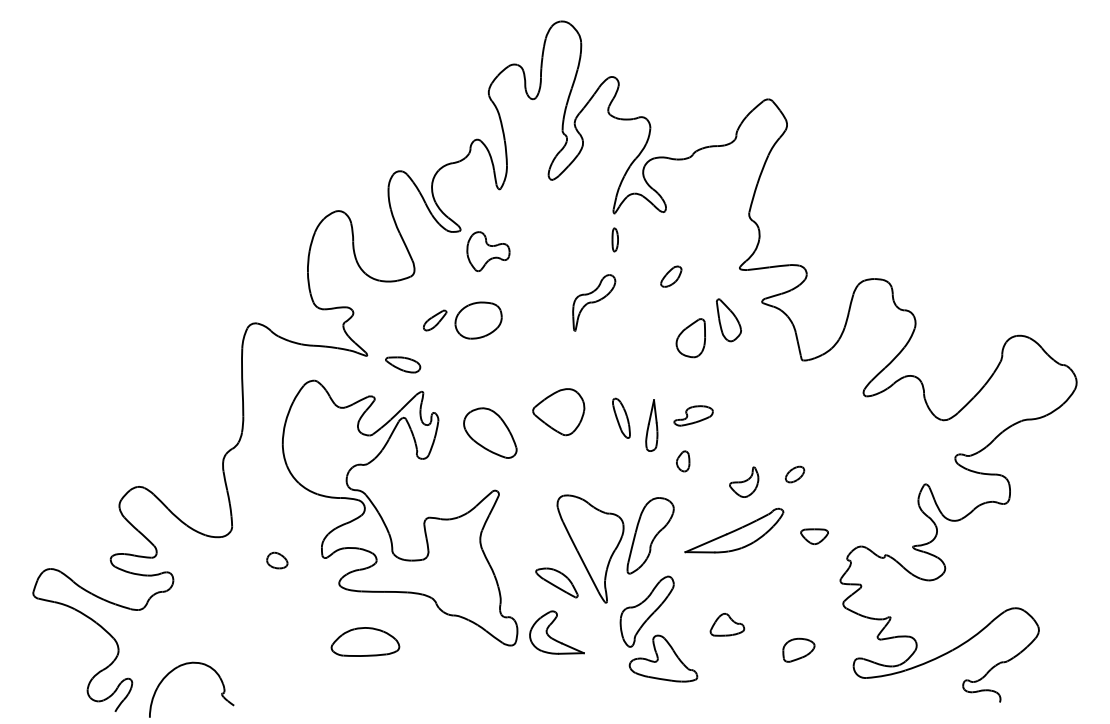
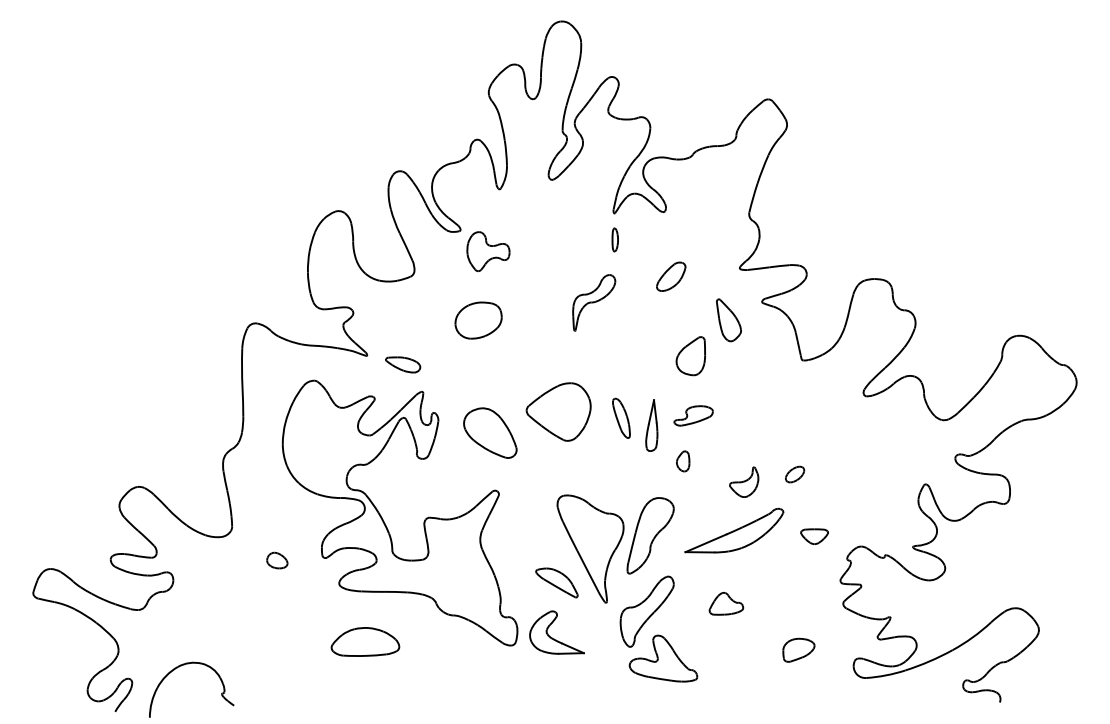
part at (671, 276) size: 23x23 px -> 31x31 px
part at (435, 320): present -> none
part at (690, 338) position: (690, 338) -> (690, 356)
part at (558, 412) size: 54x49 px -> 67x60 px
part at (727, 624) position: (727, 624) -> (726, 603)
